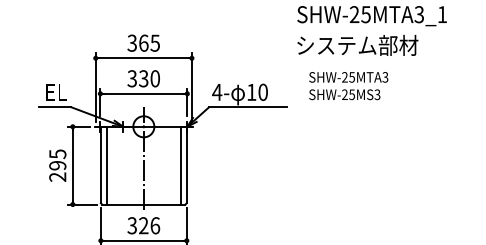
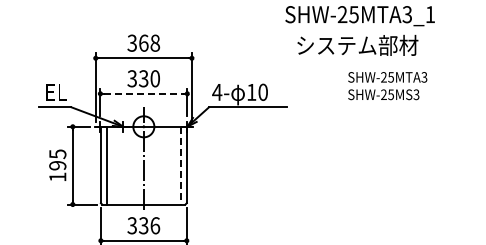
text at (371, 16) position: (371, 16) -> (359, 16)
text at (155, 42): 365 -> 368
text at (348, 86) position: (348, 86) -> (387, 86)
line at (144, 93): solid -> dashed
line at (180, 165): solid -> dashed
text at (57, 176): 295 -> 195
text at (143, 225): 326 -> 336
